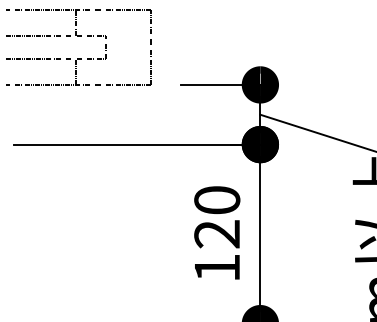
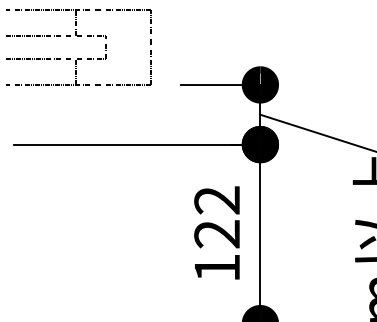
text at (217, 200): 120 -> 122
